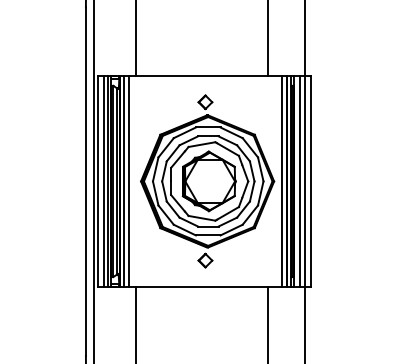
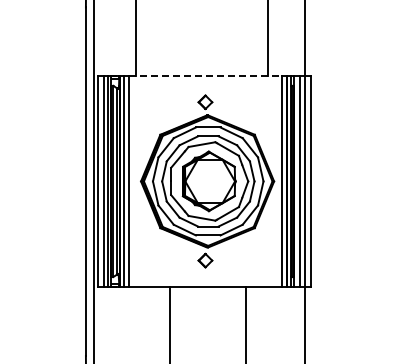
line at (205, 75): solid -> dashed
line at (135, 323) position: (135, 323) -> (169, 323)
line at (267, 323) position: (267, 323) -> (245, 323)
